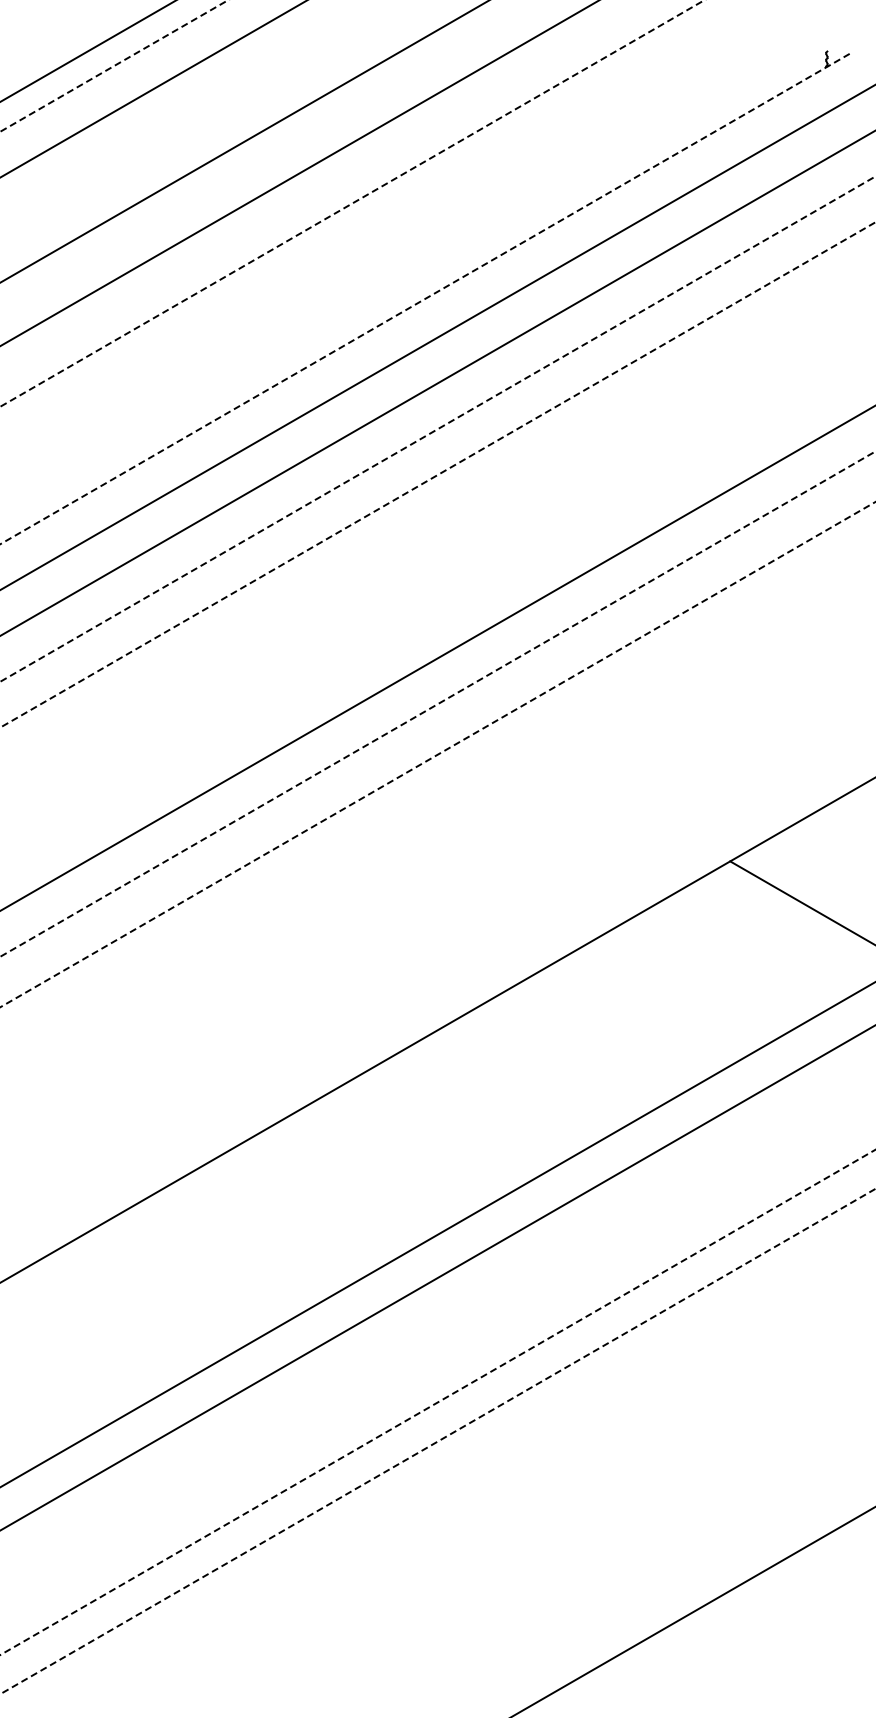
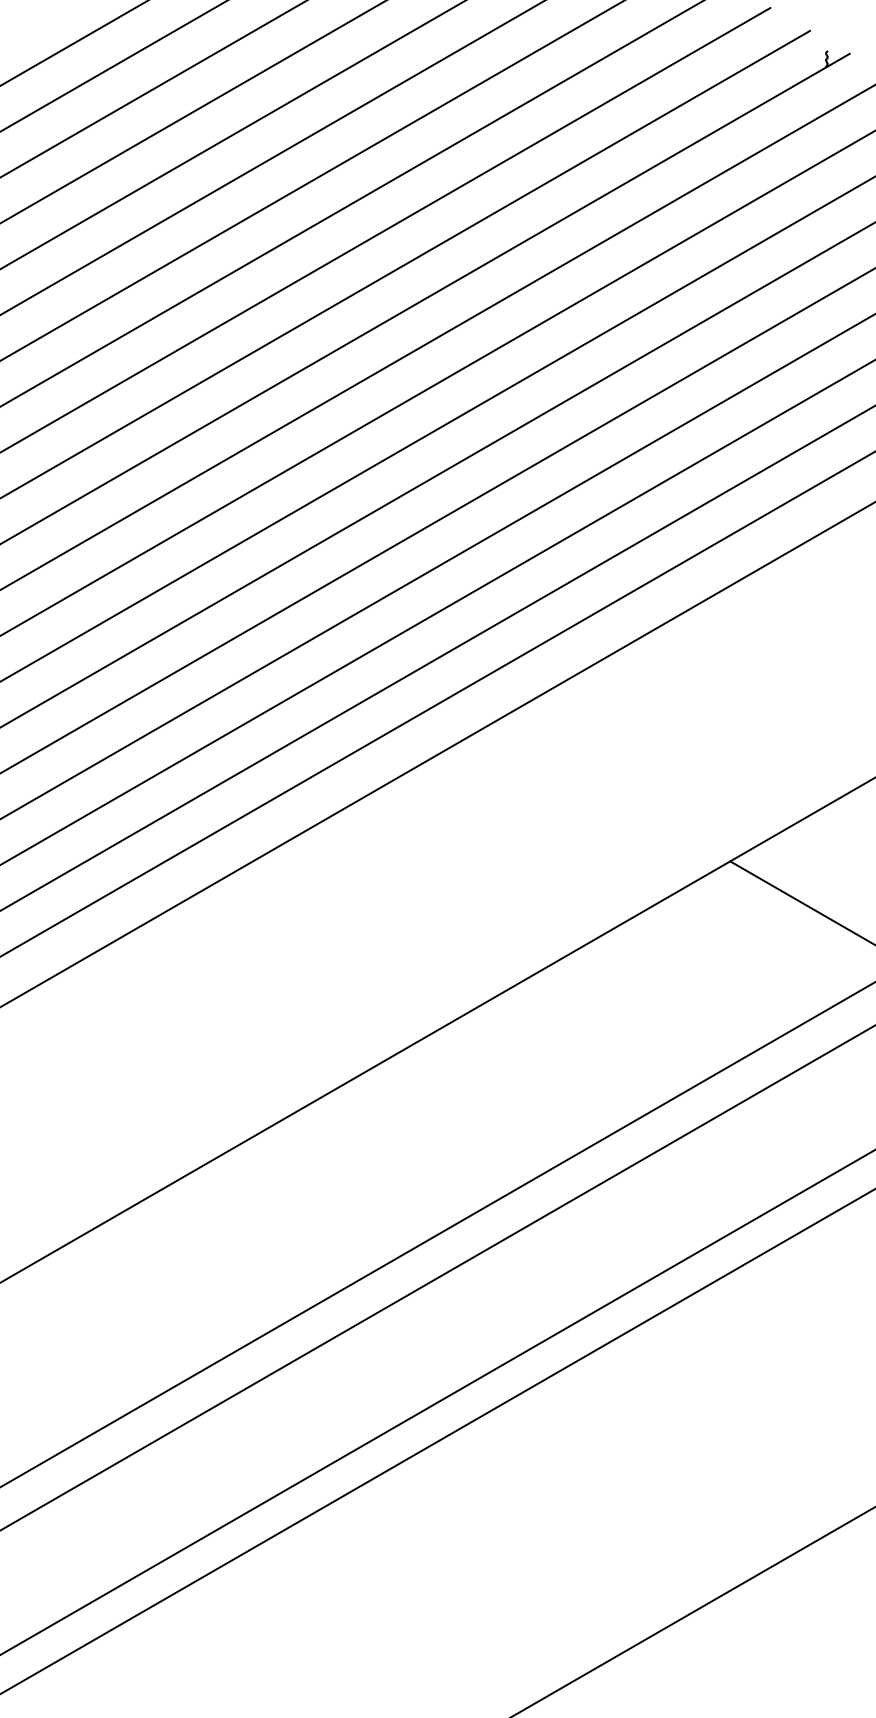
line at (87, 51) position: (87, 51) -> (73, 43)
line at (114, 66): dashed -> solid
line at (192, 112): none -> present
line at (243, 141) position: (243, 141) -> (232, 135)
line at (298, 173) position: (298, 173) -> (272, 157)
line at (311, 180): none -> present
line at (352, 203): dashed -> solid
line at (386, 229): none -> present
line at (406, 263): none -> present
line at (424, 299): dashed -> solid
line at (437, 429): dashed -> solid
line at (437, 475): dashed -> solid
line at (437, 521): none -> present
line at (437, 566): none -> present
line at (437, 612): none -> present
line at (437, 704): dashed -> solid
line at (437, 754): dashed -> solid
line at (437, 1402): dashed -> solid
line at (437, 1441): dashed -> solid
